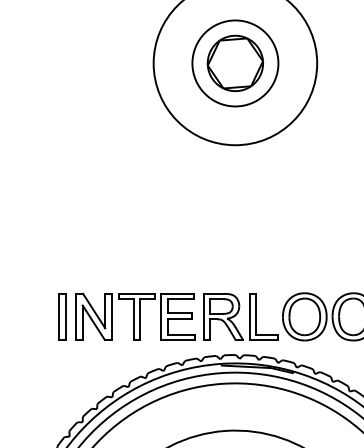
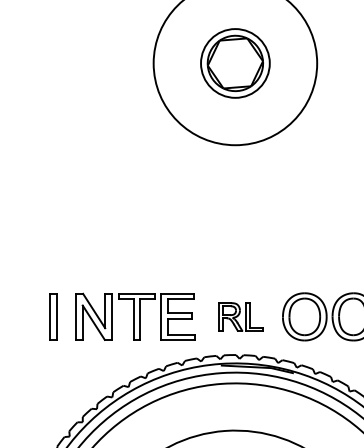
circle at (235, 63) diameter: 86 px -> 69 px
part at (62, 316) position: (62, 316) -> (53, 316)
part at (240, 316) size: 76x48 px -> 46x30 px
